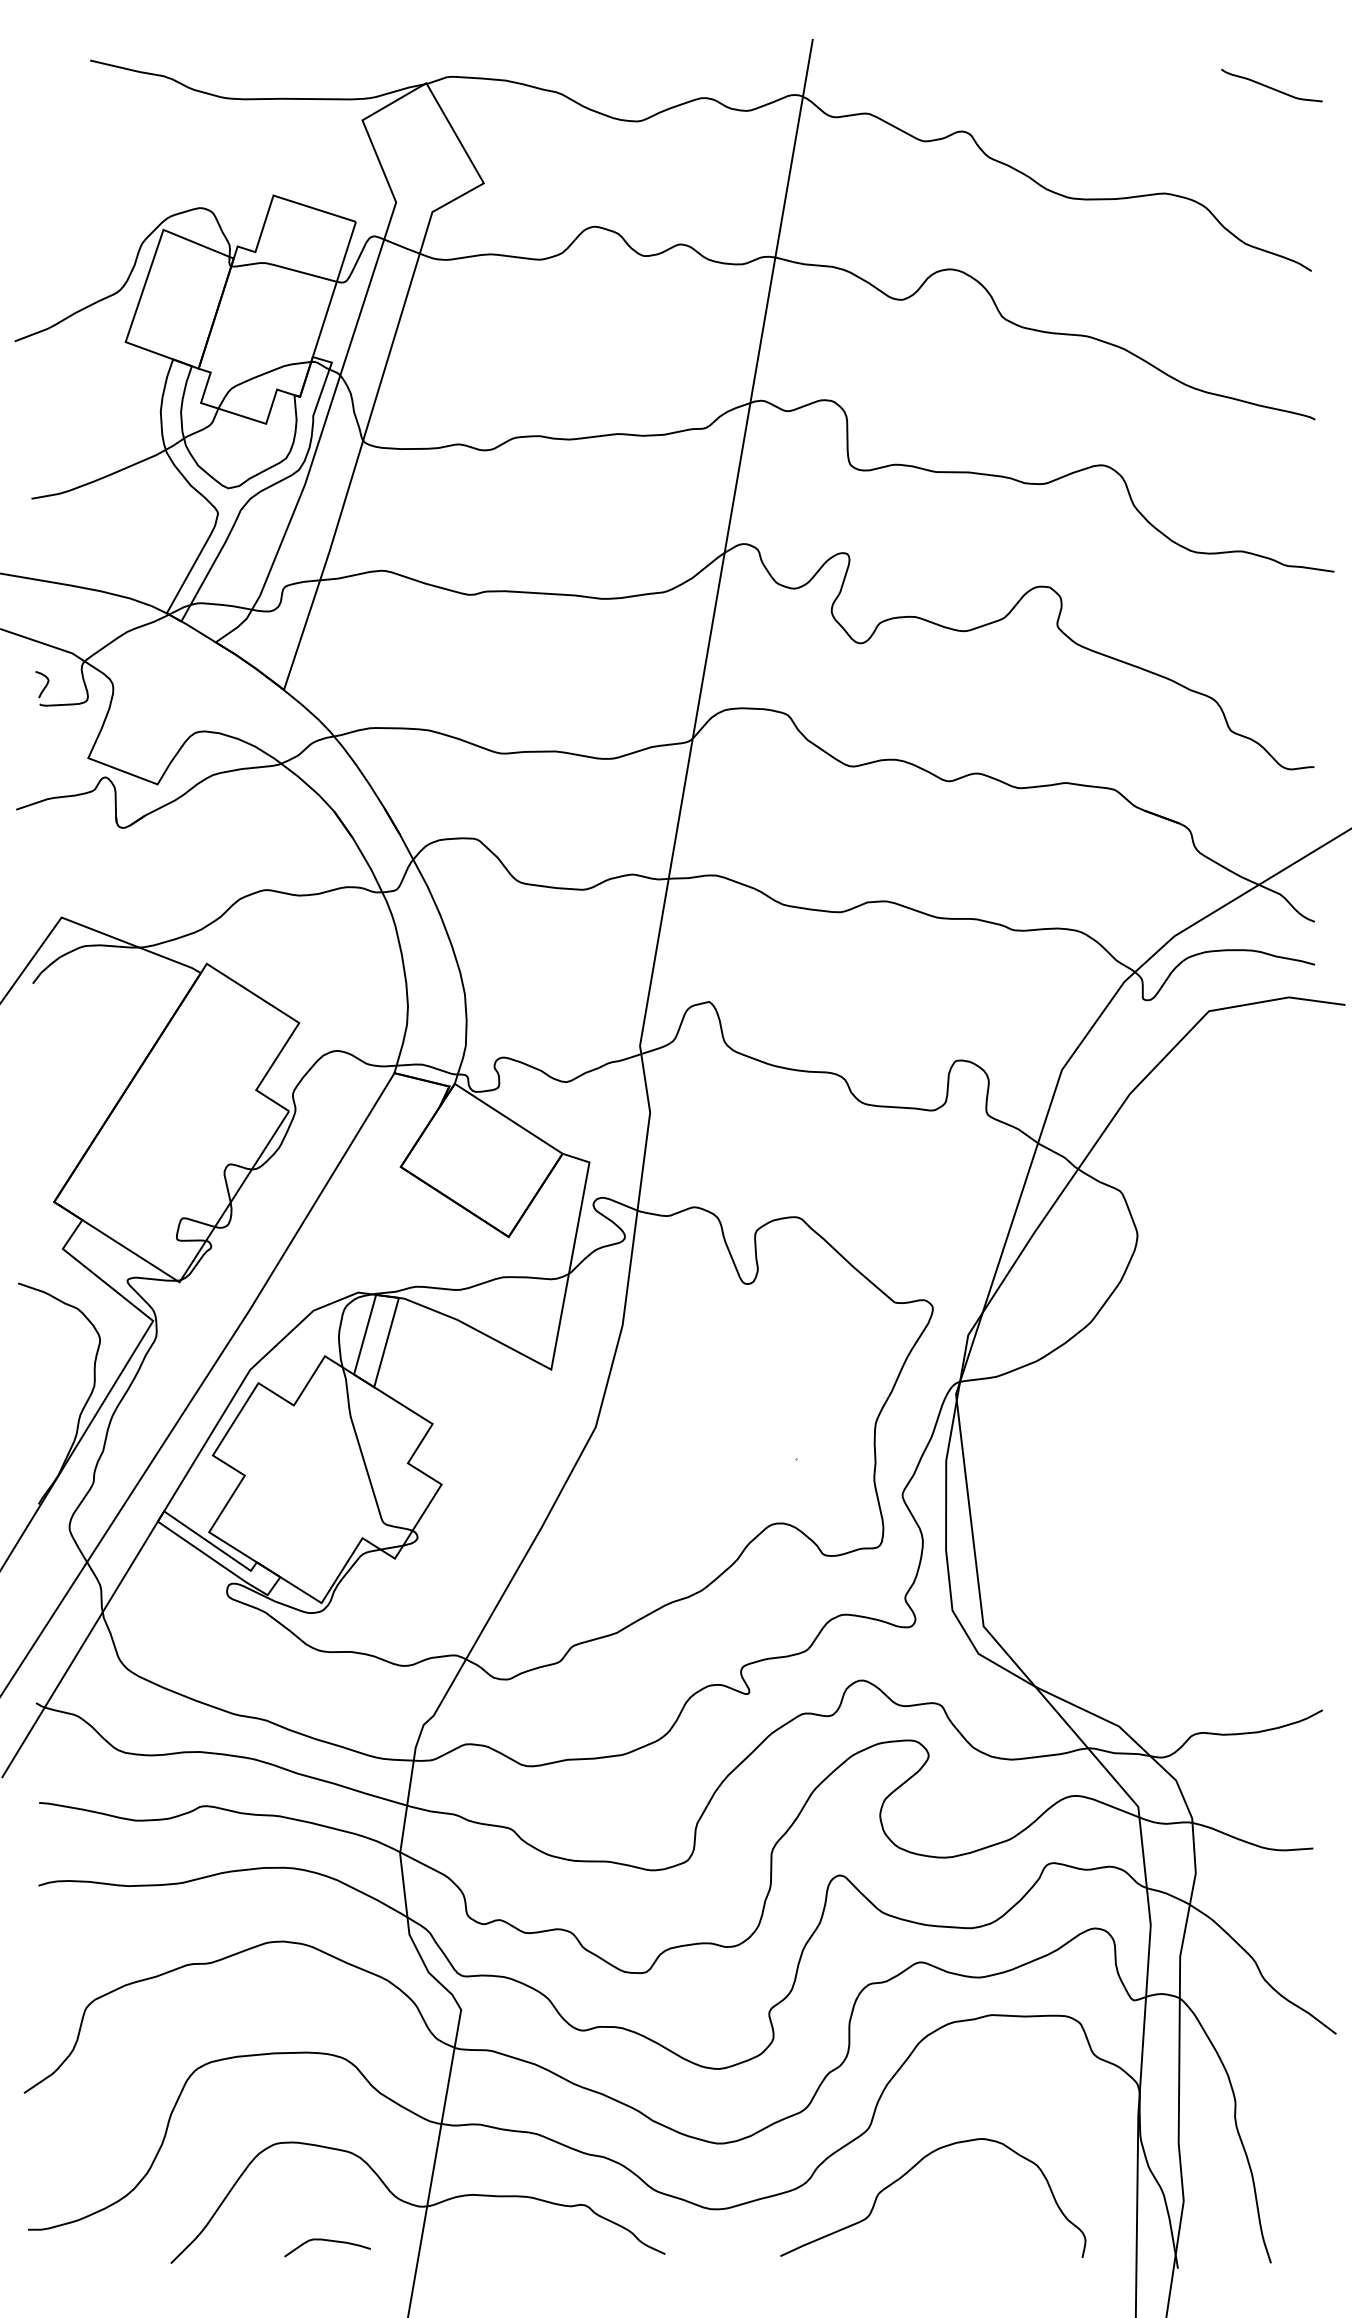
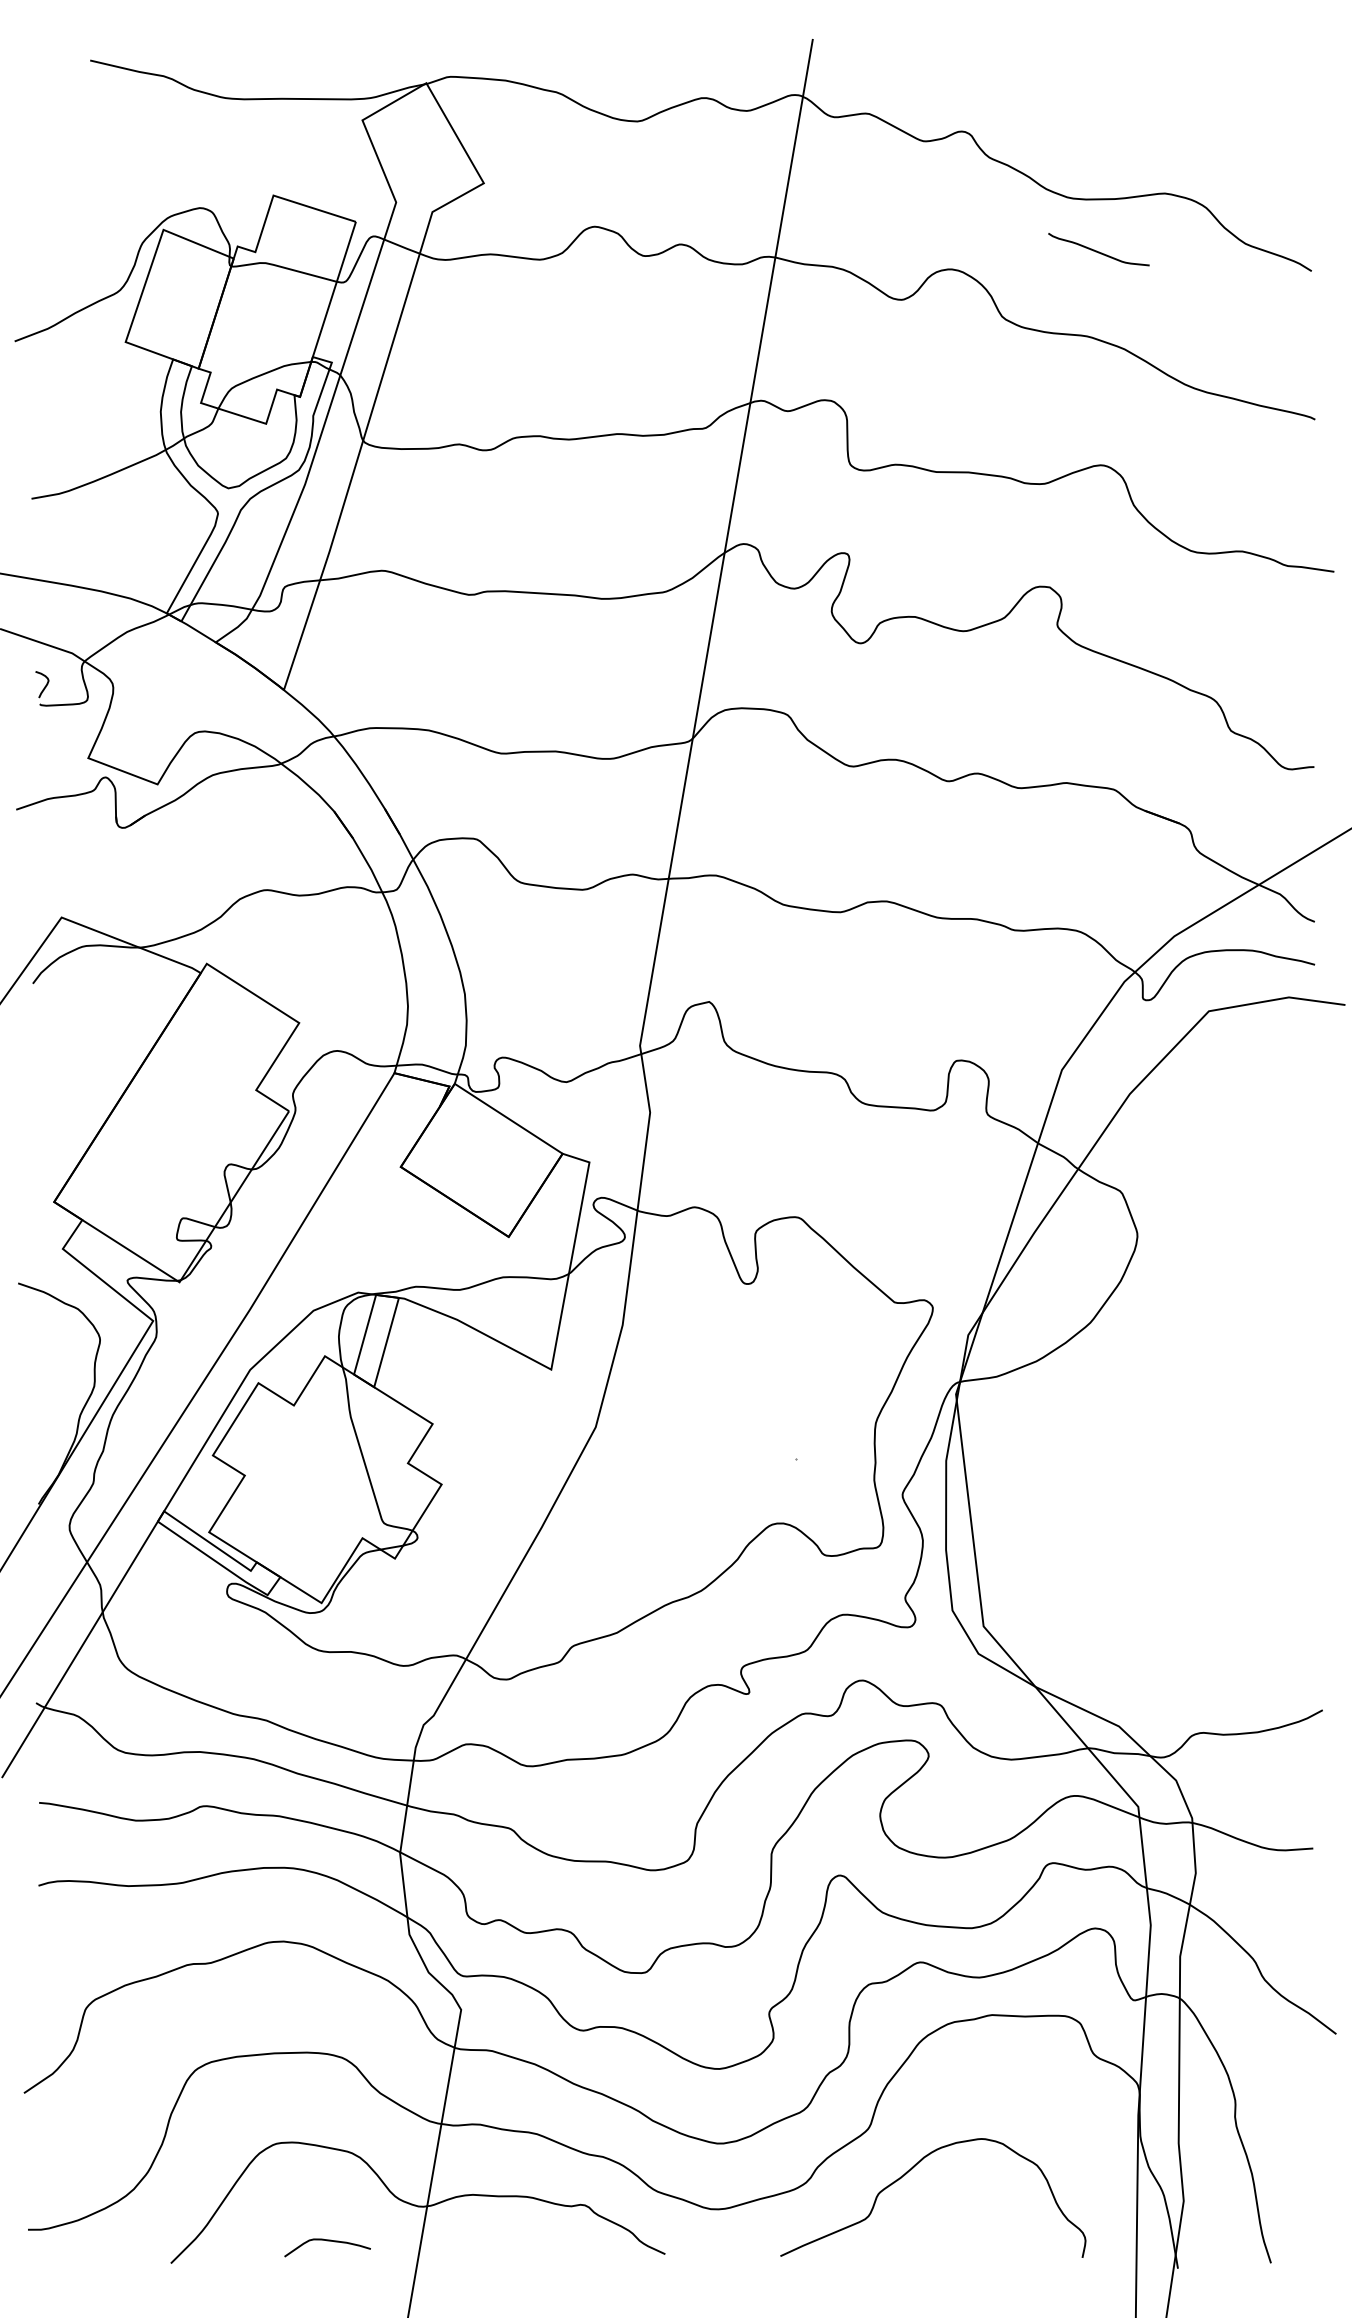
curve at (1271, 87) position: (1271, 87) -> (1098, 251)
